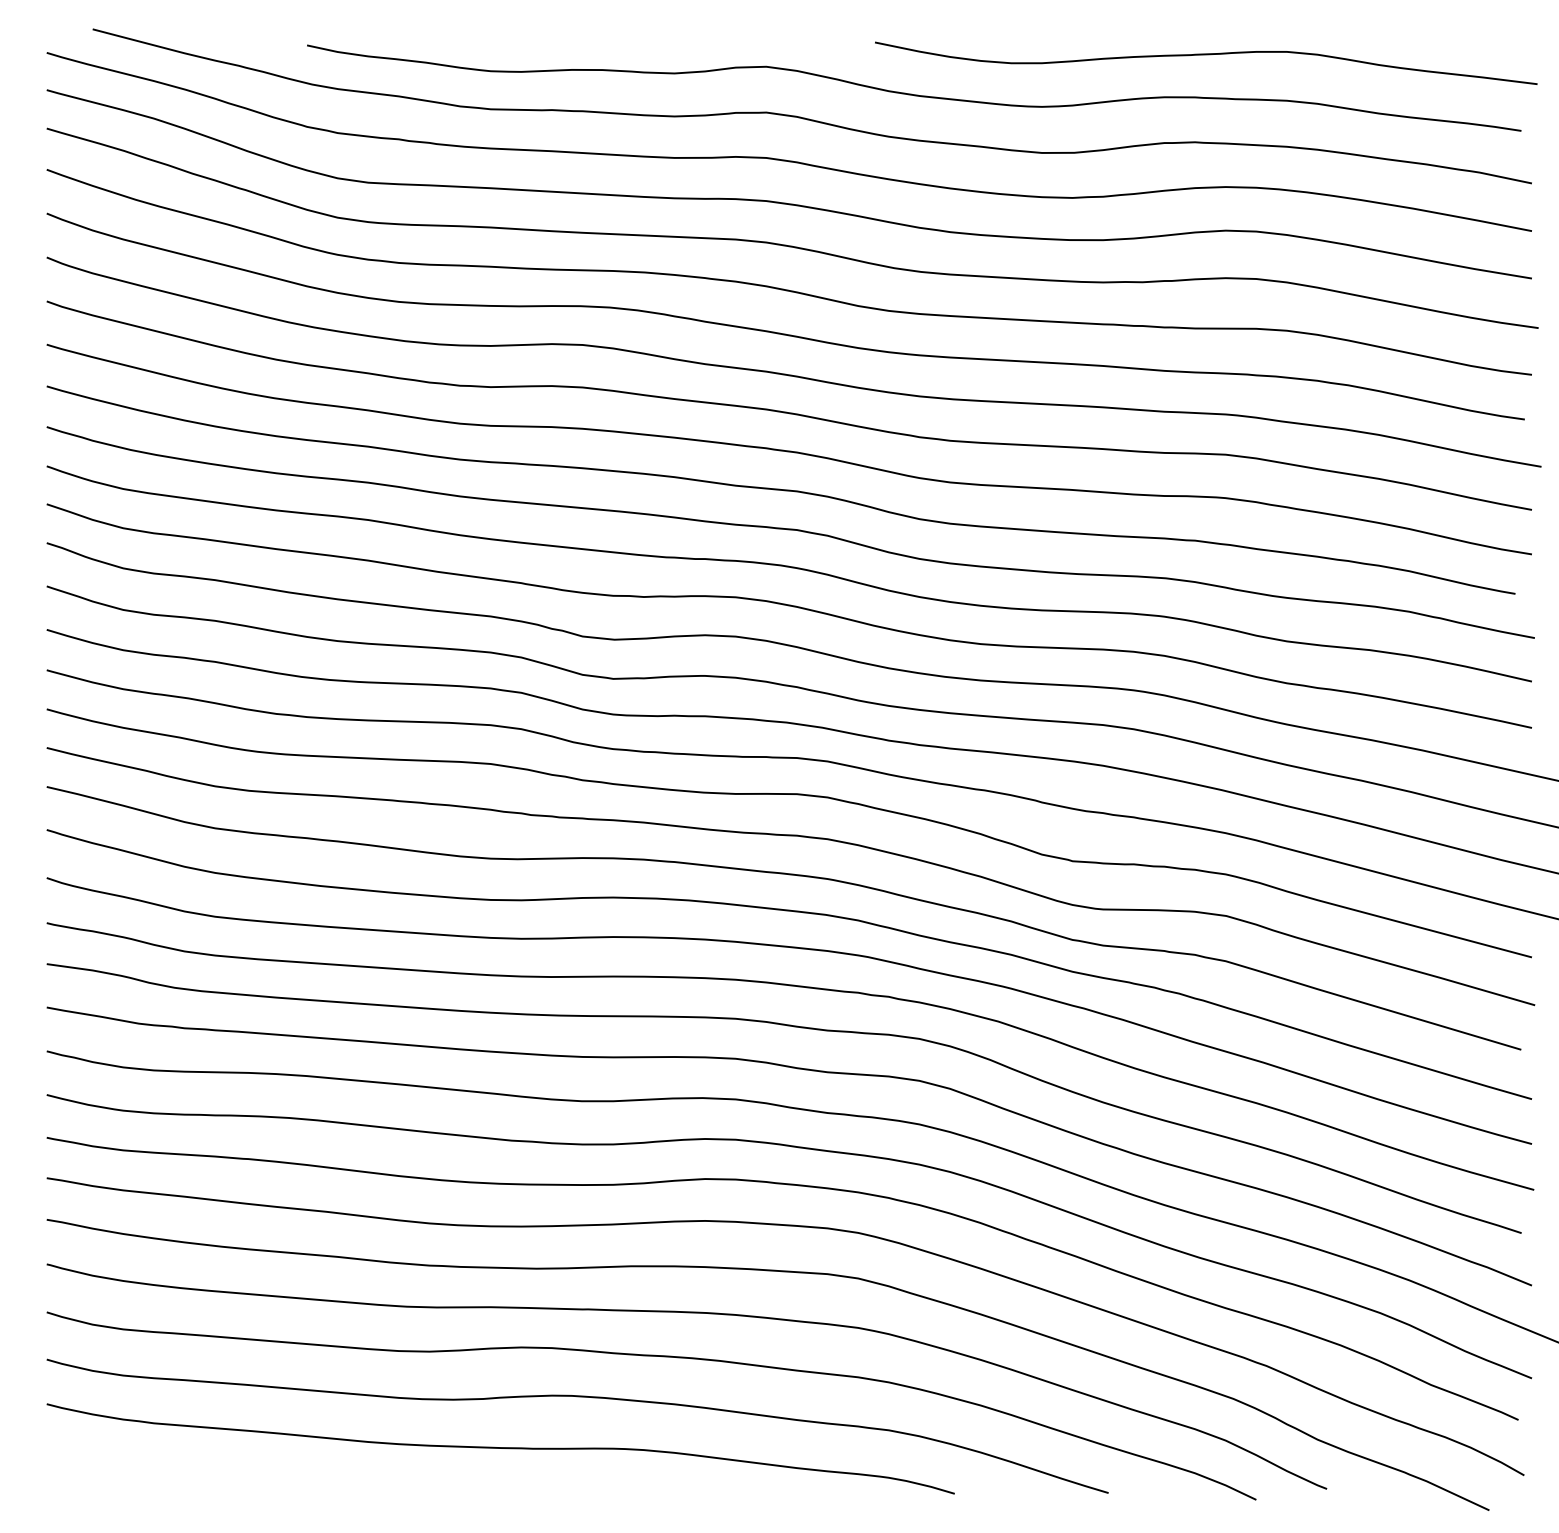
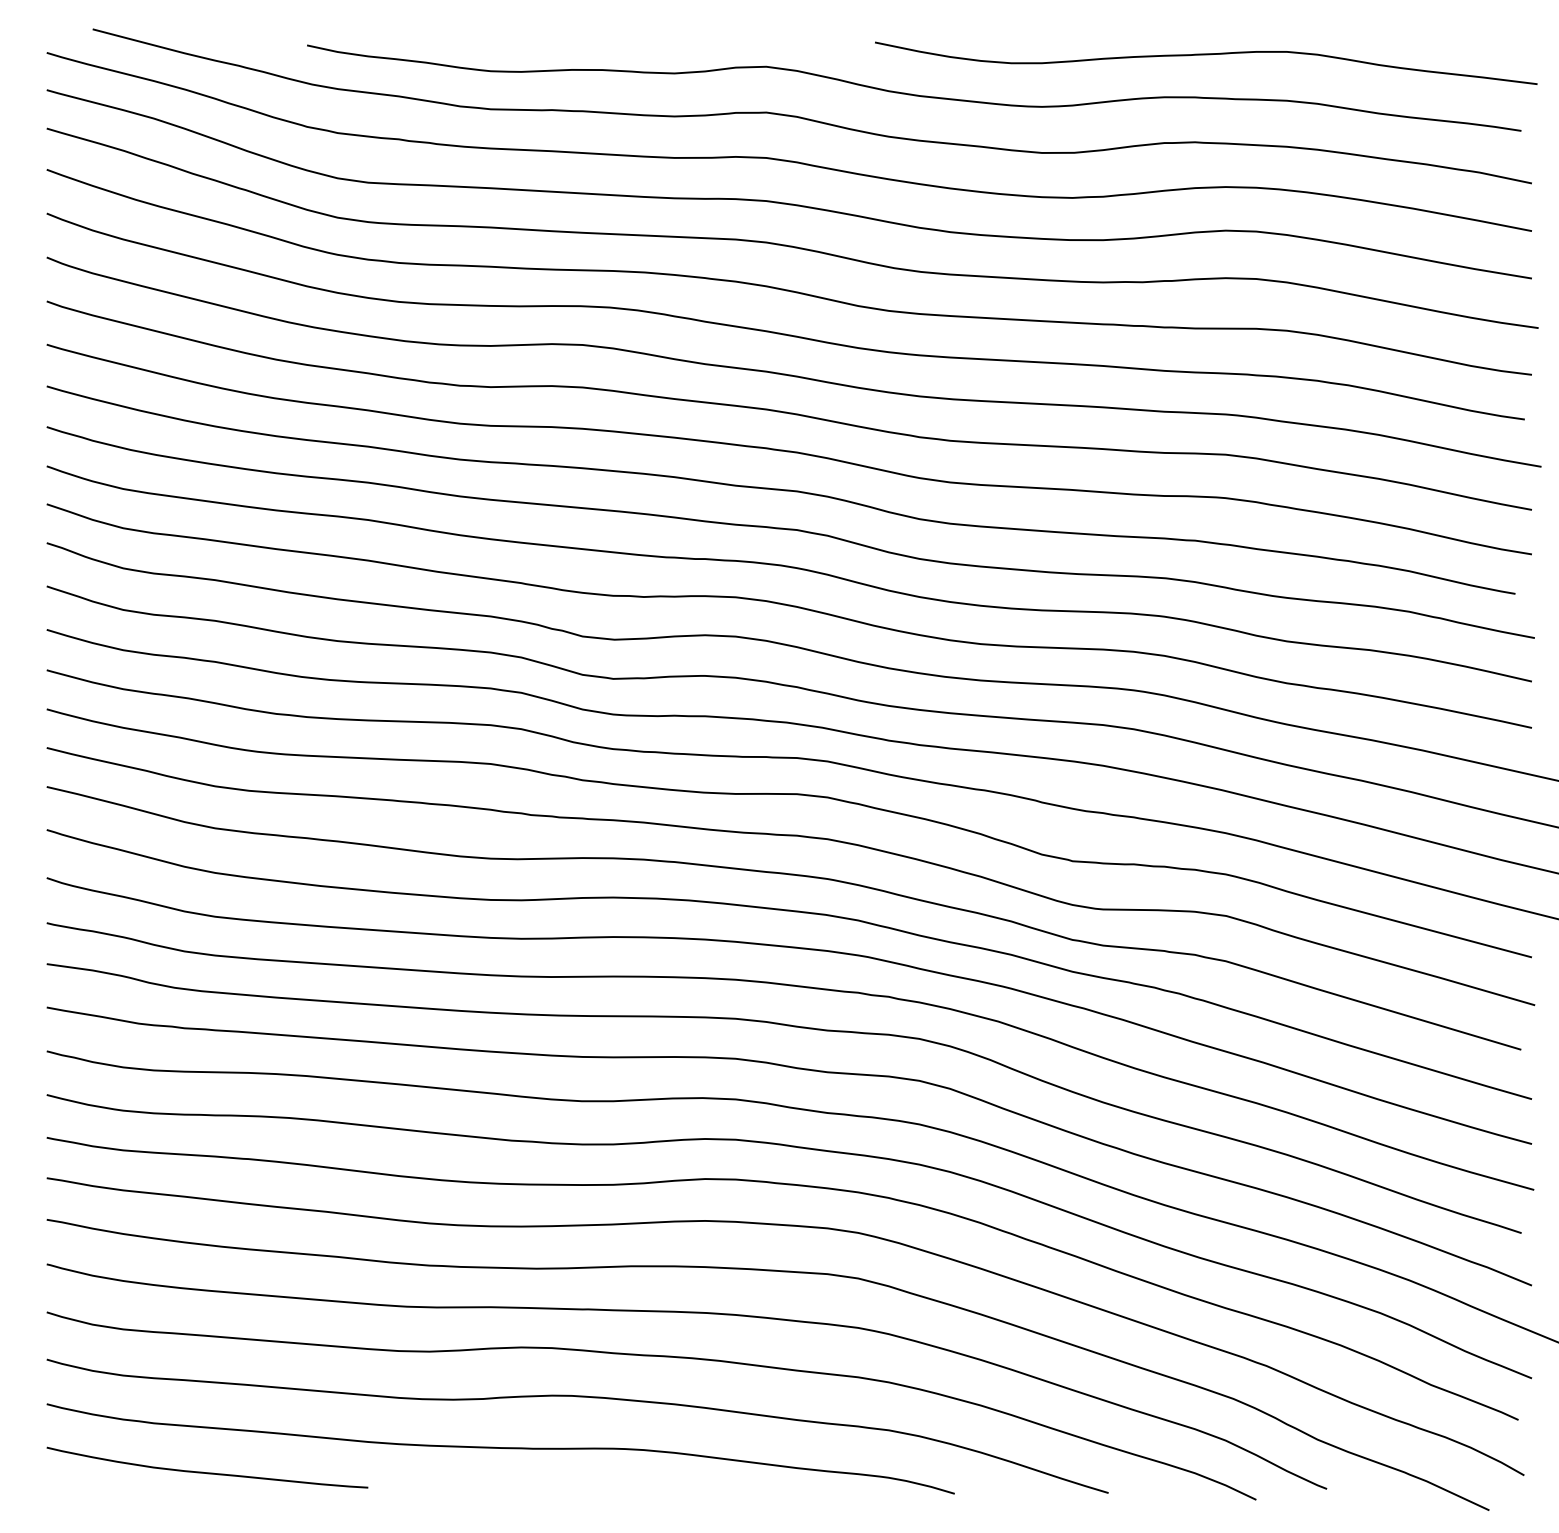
curve at (207, 1472): none -> present
